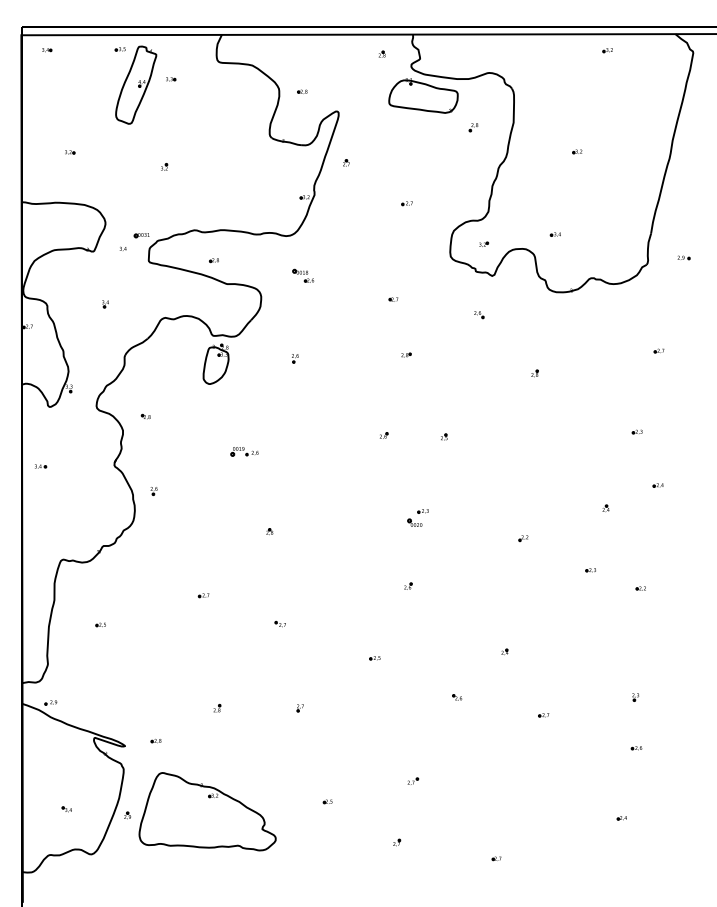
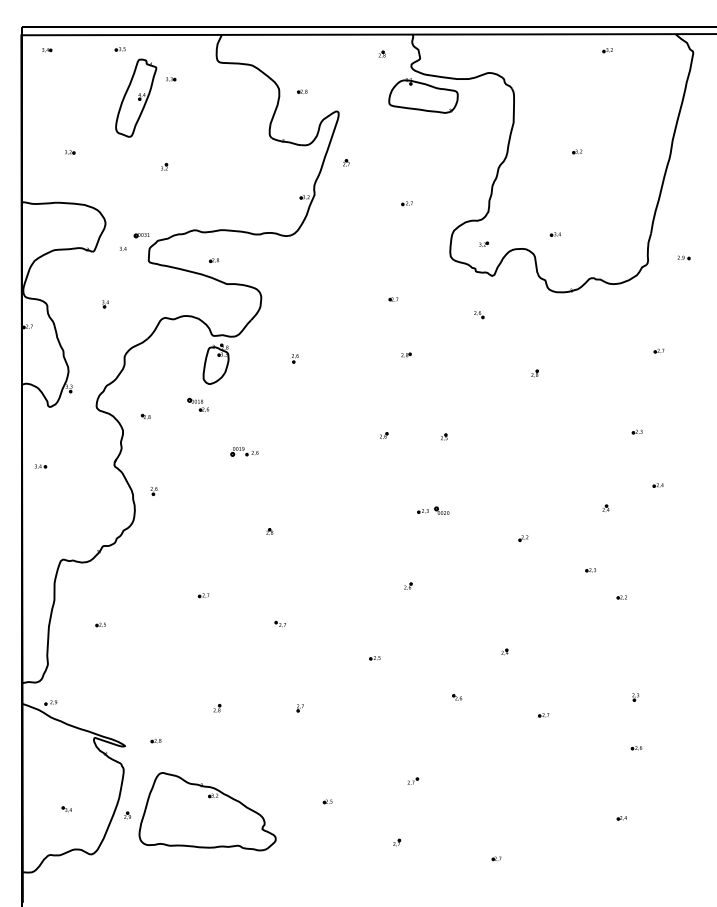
part at (136, 84) position: (136, 84) -> (136, 97)
part at (473, 127): present -> none
part at (303, 275) position: (303, 275) -> (198, 404)
part at (414, 522) position: (414, 522) -> (441, 510)
part at (640, 588) position: (640, 588) -> (621, 597)
